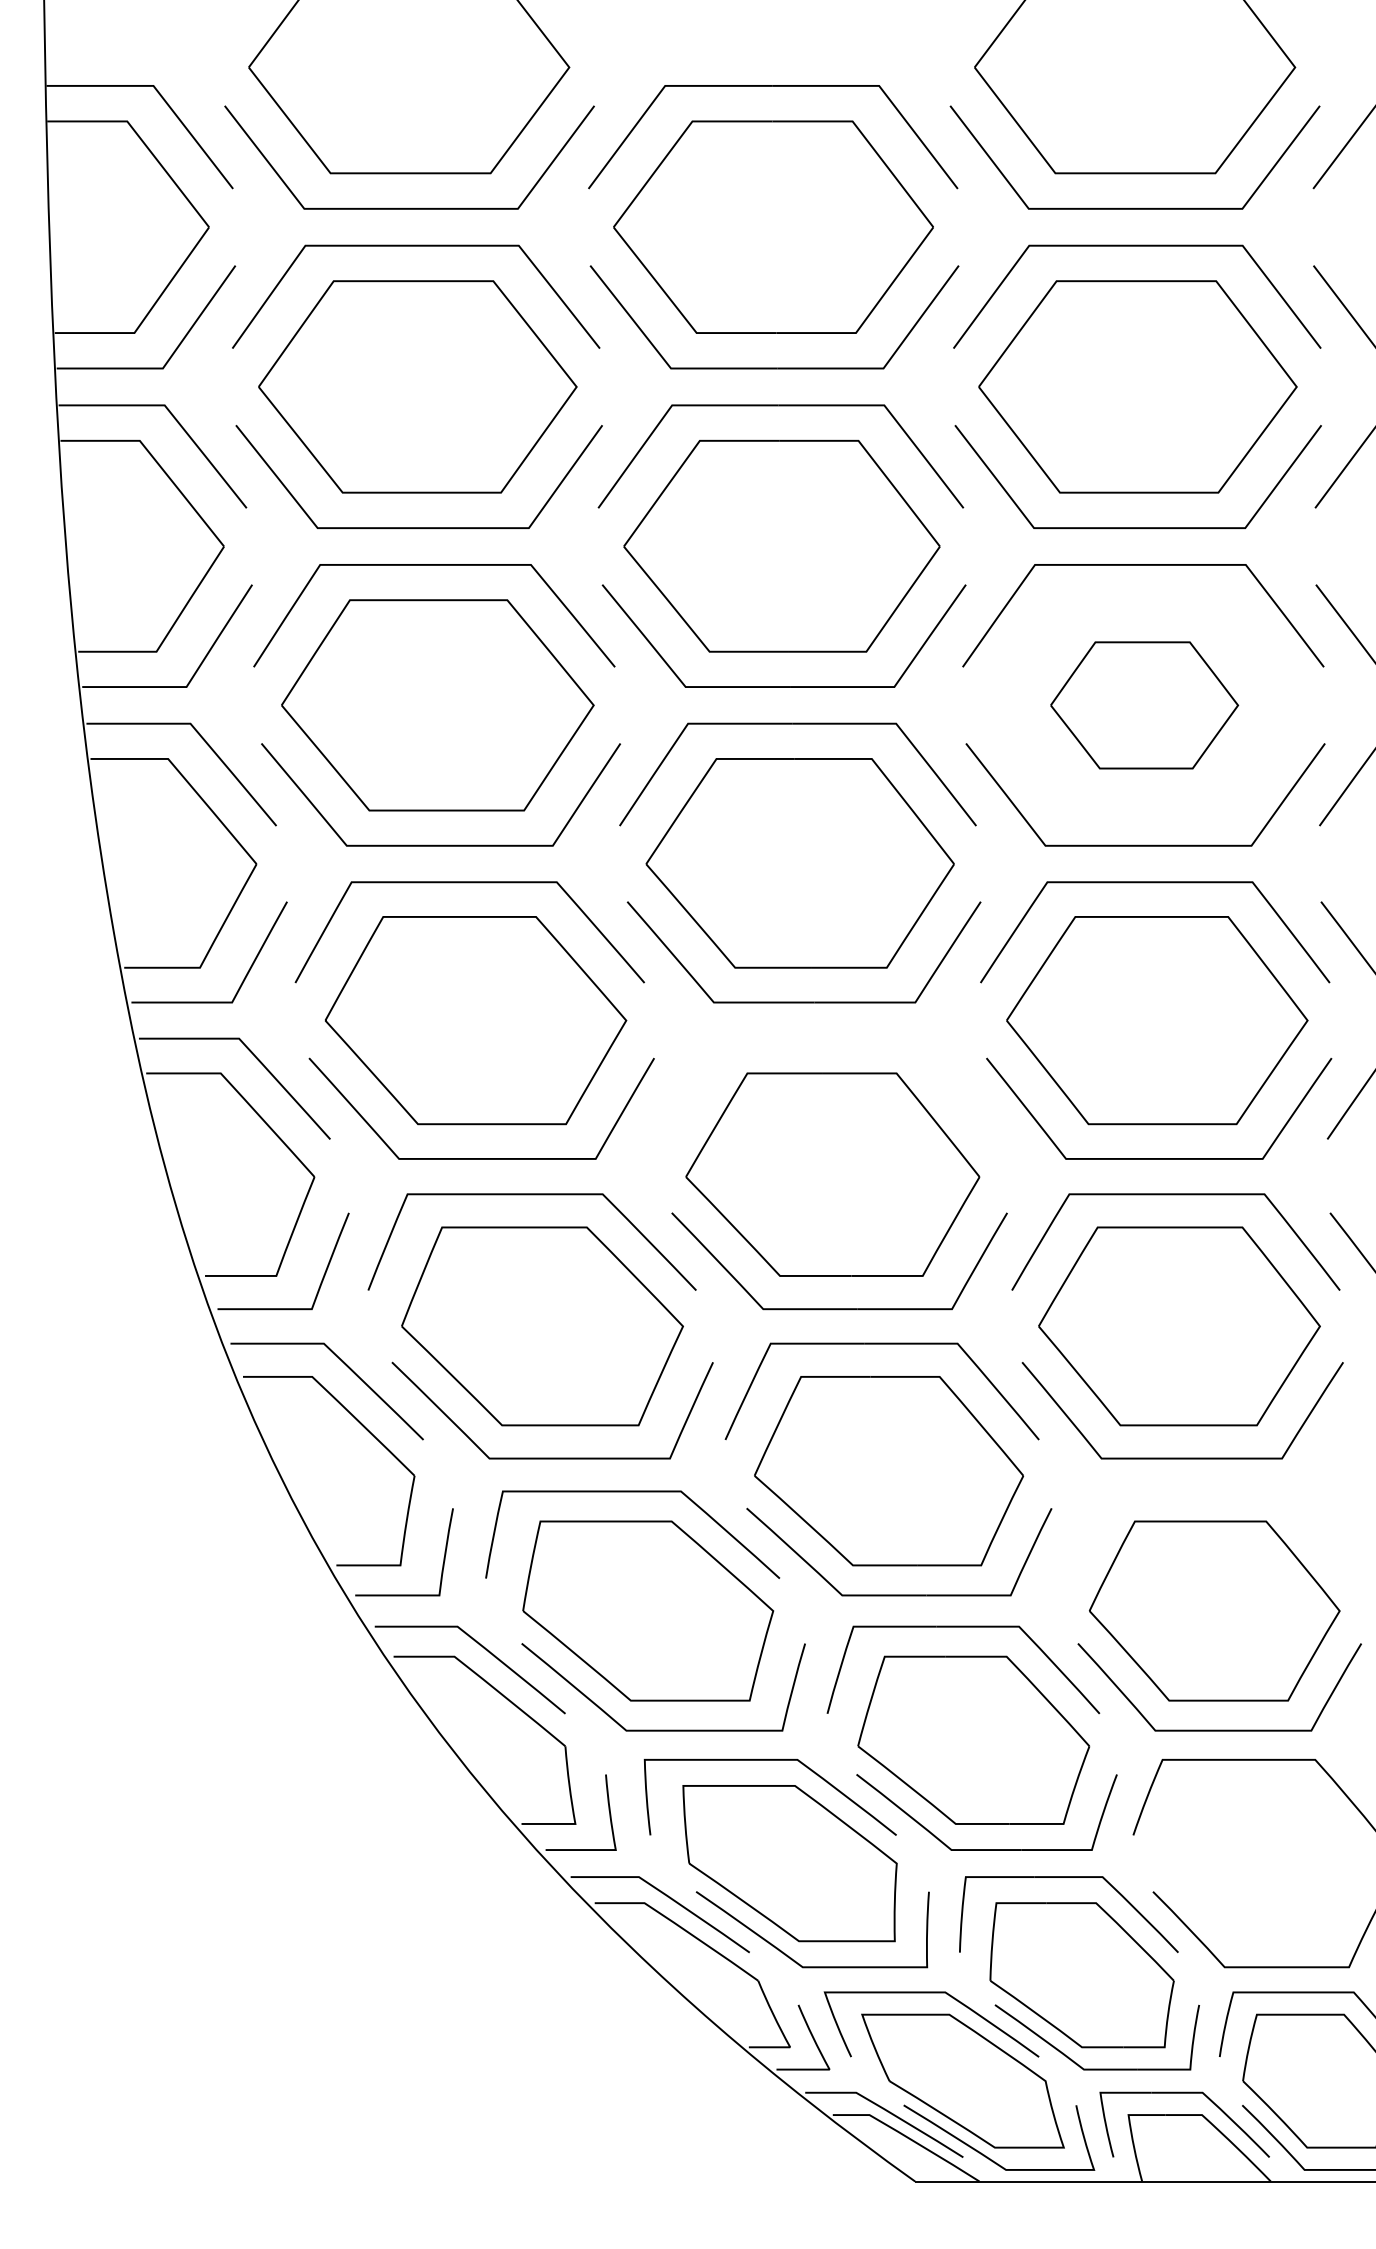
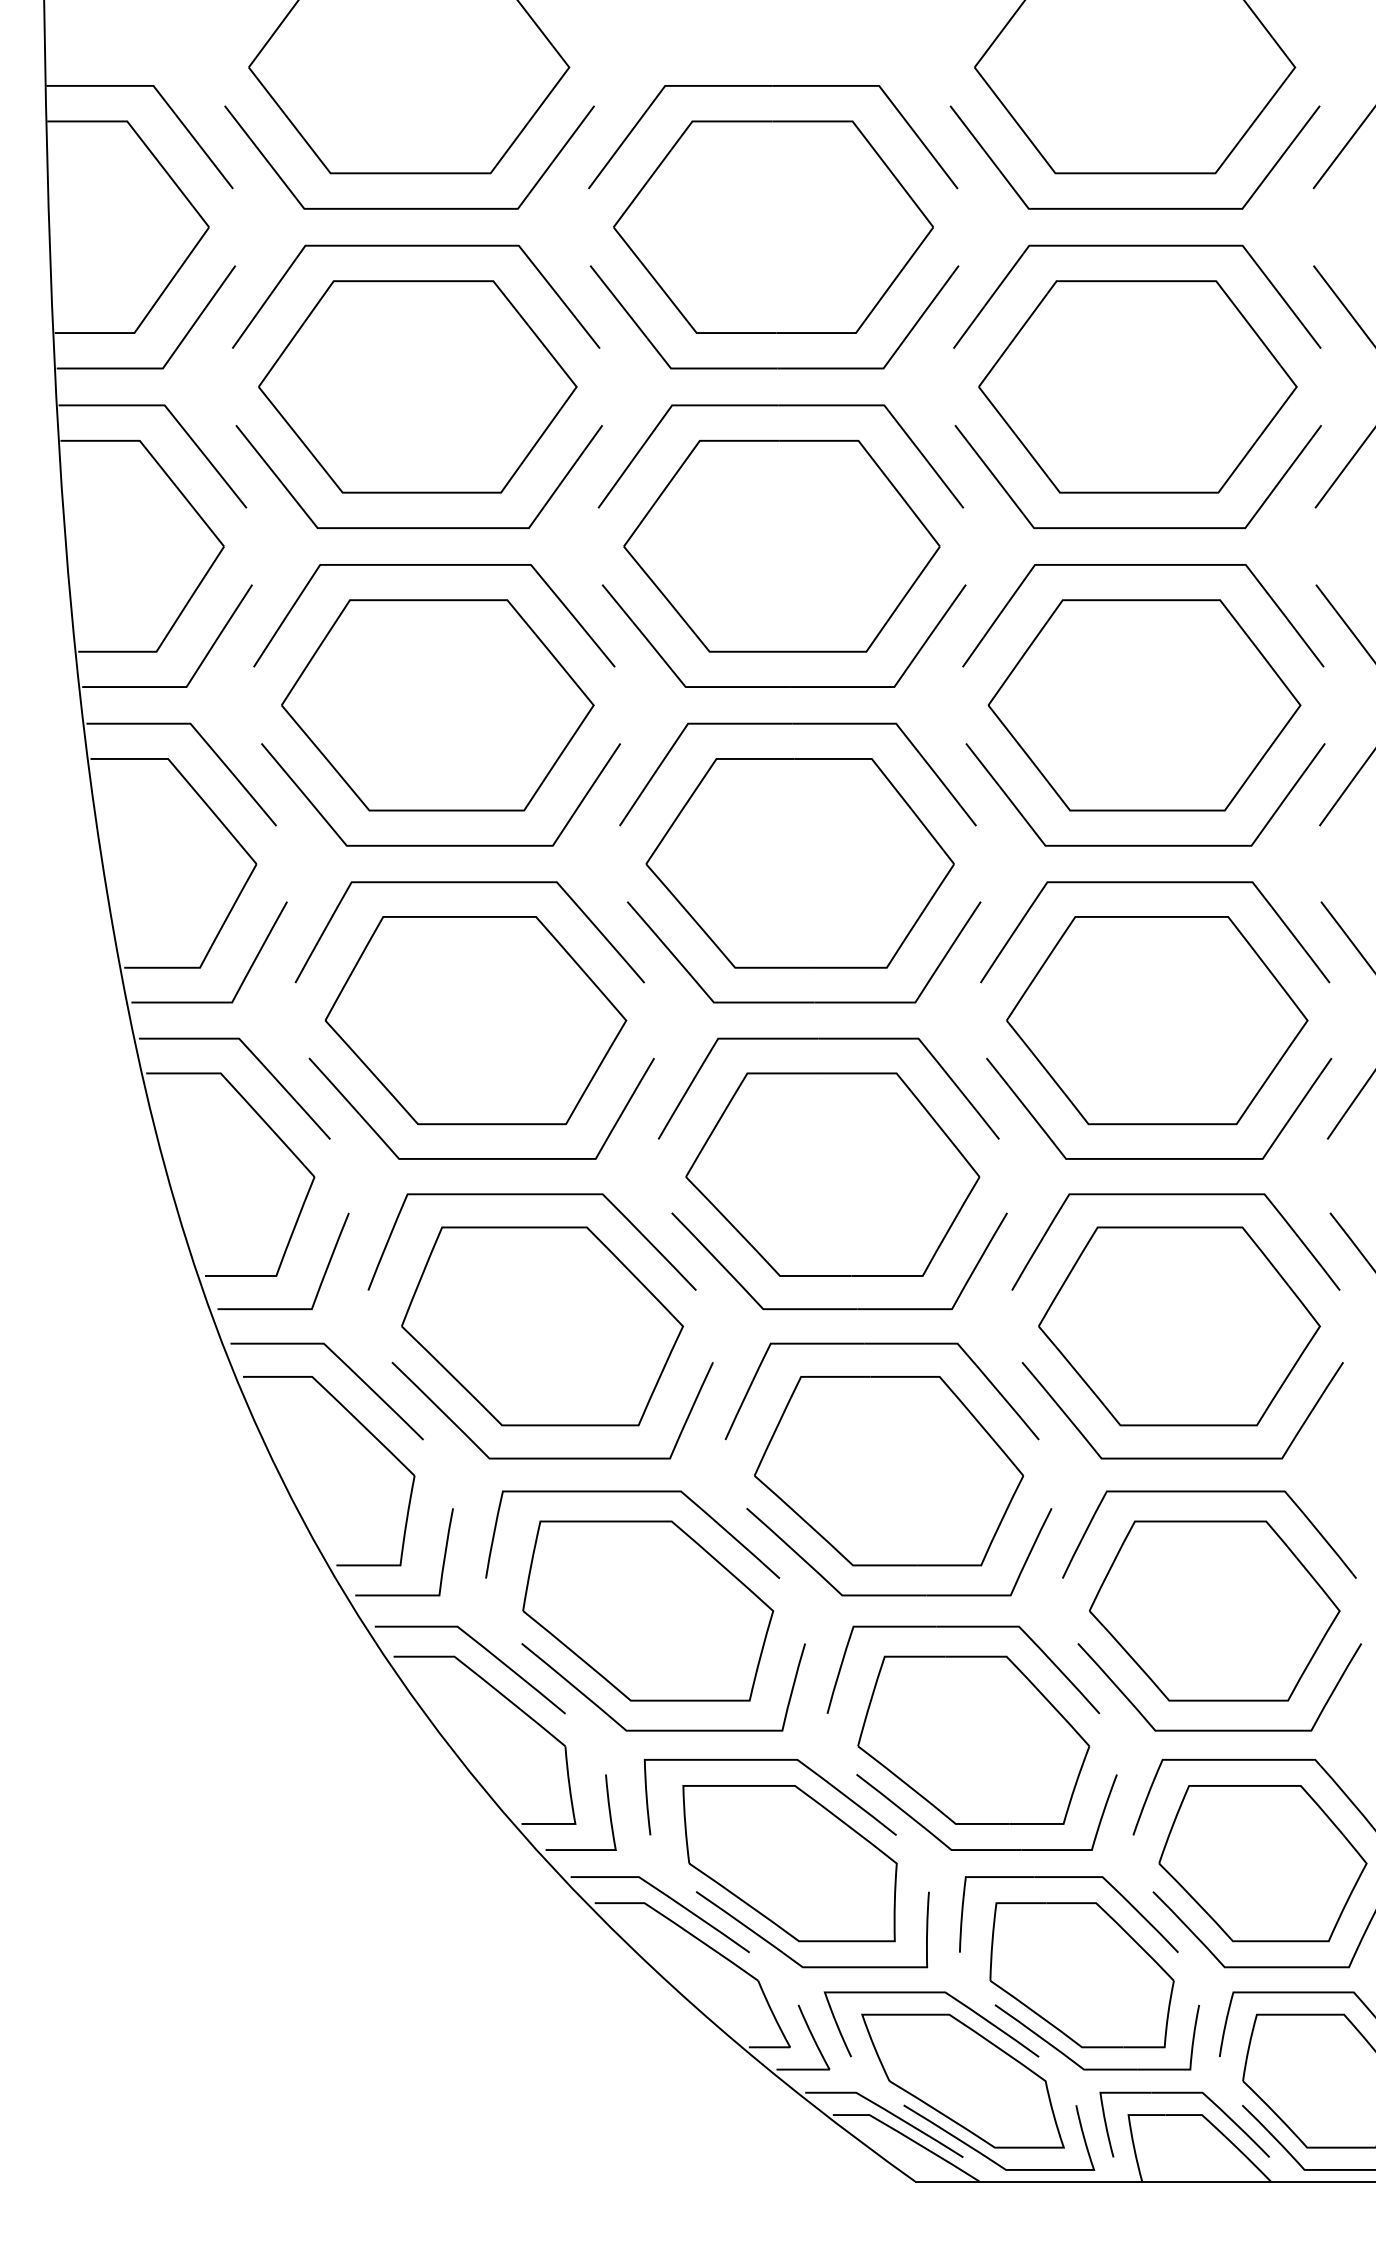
part at (1144, 705) size: 190x129 px -> 315x213 px
part at (828, 1039): none -> present
part at (1209, 1492): none -> present
part at (1262, 1863): none -> present
